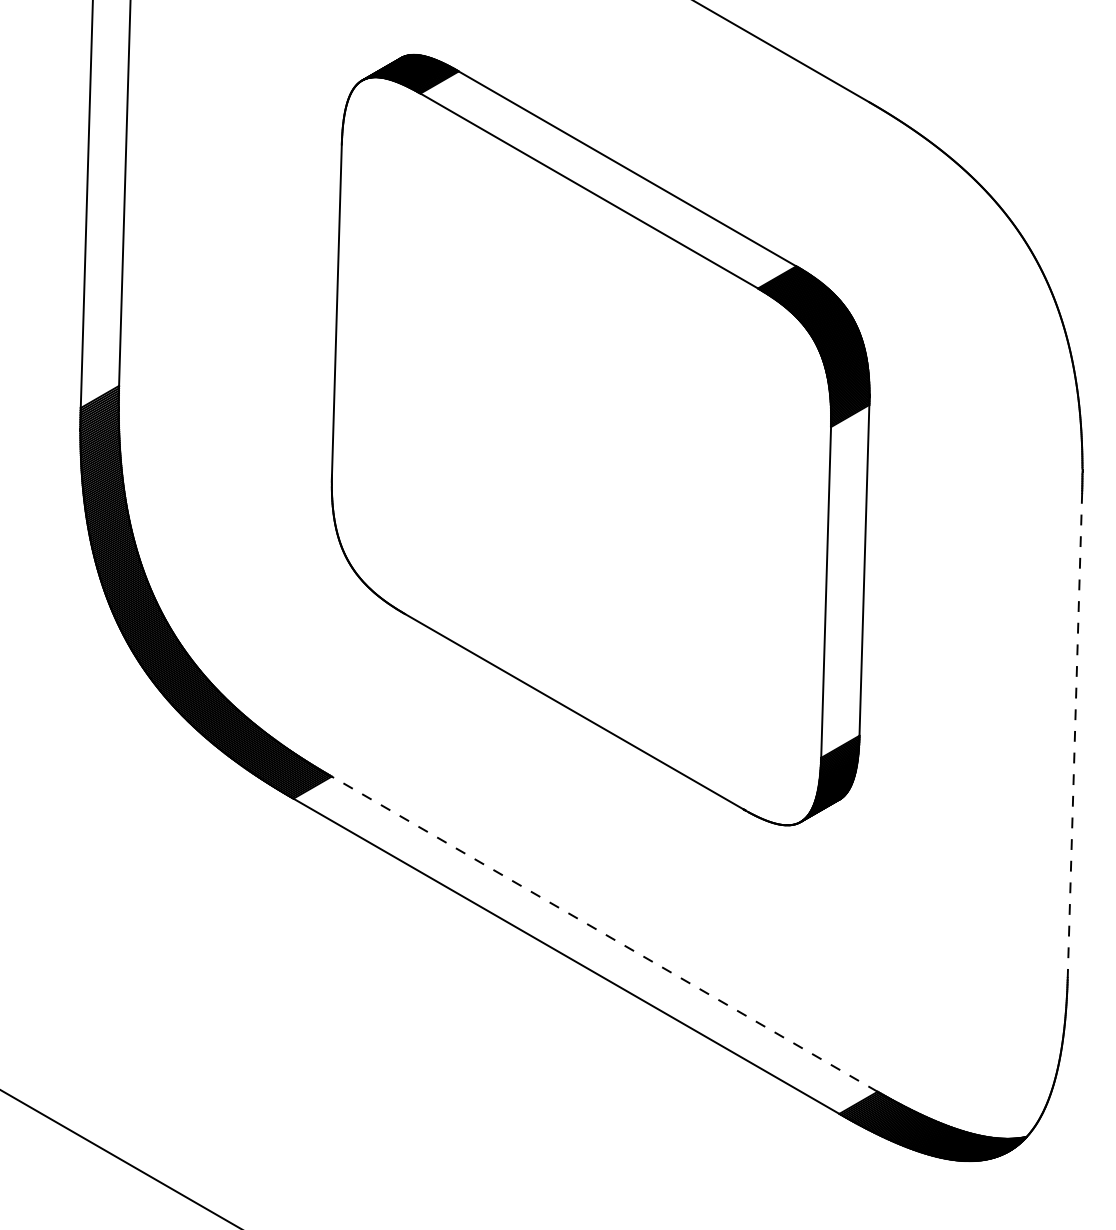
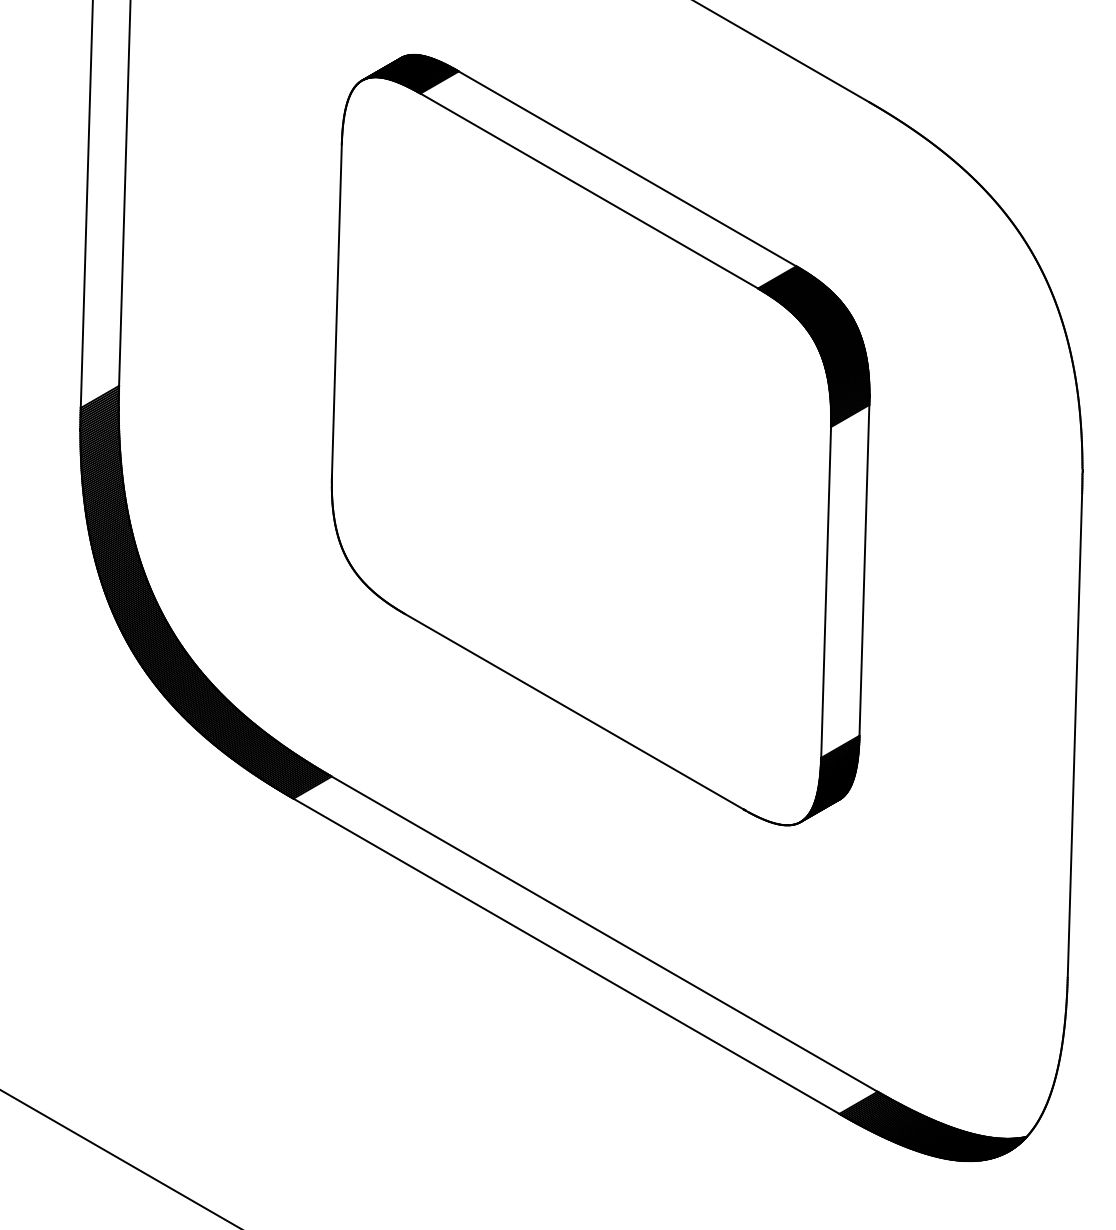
line at (1074, 735): dashed -> solid
line at (604, 933): dashed -> solid
